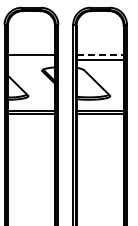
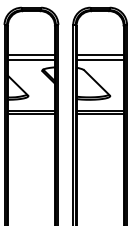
line at (100, 55): dashed -> solid
line at (31, 59): none -> present
